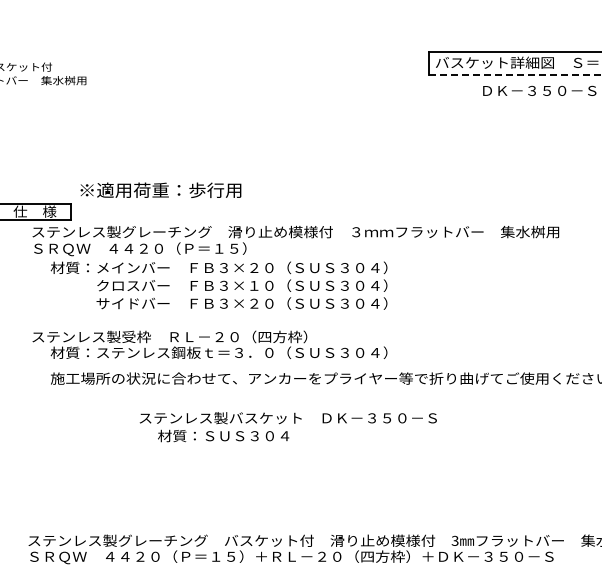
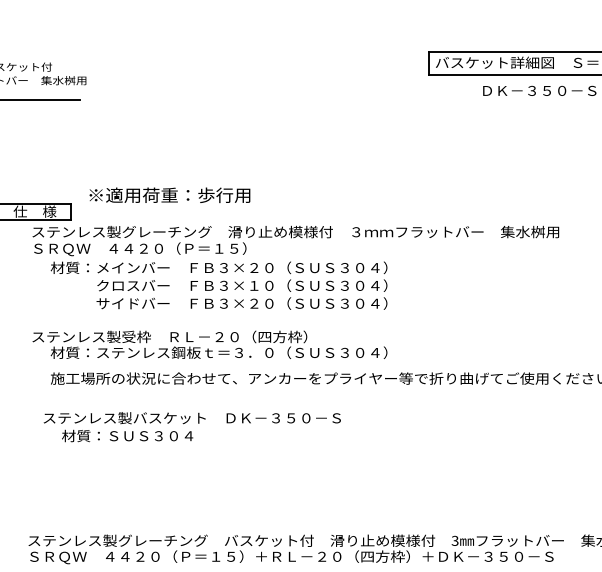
line at (515, 74): dashed -> solid
line at (40, 99): none -> present
text at (160, 189) position: (160, 189) -> (169, 194)
text at (287, 427) position: (287, 427) -> (191, 427)
